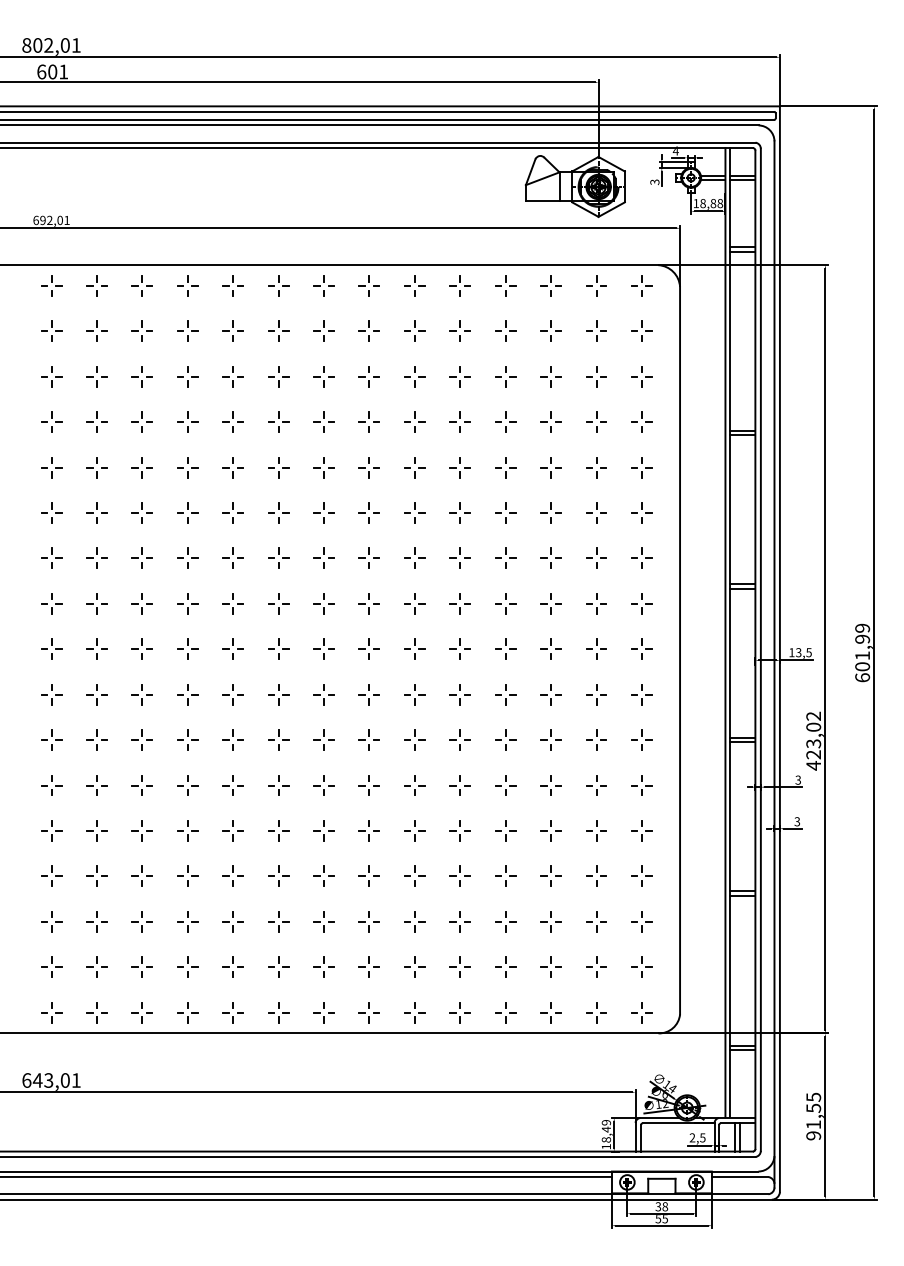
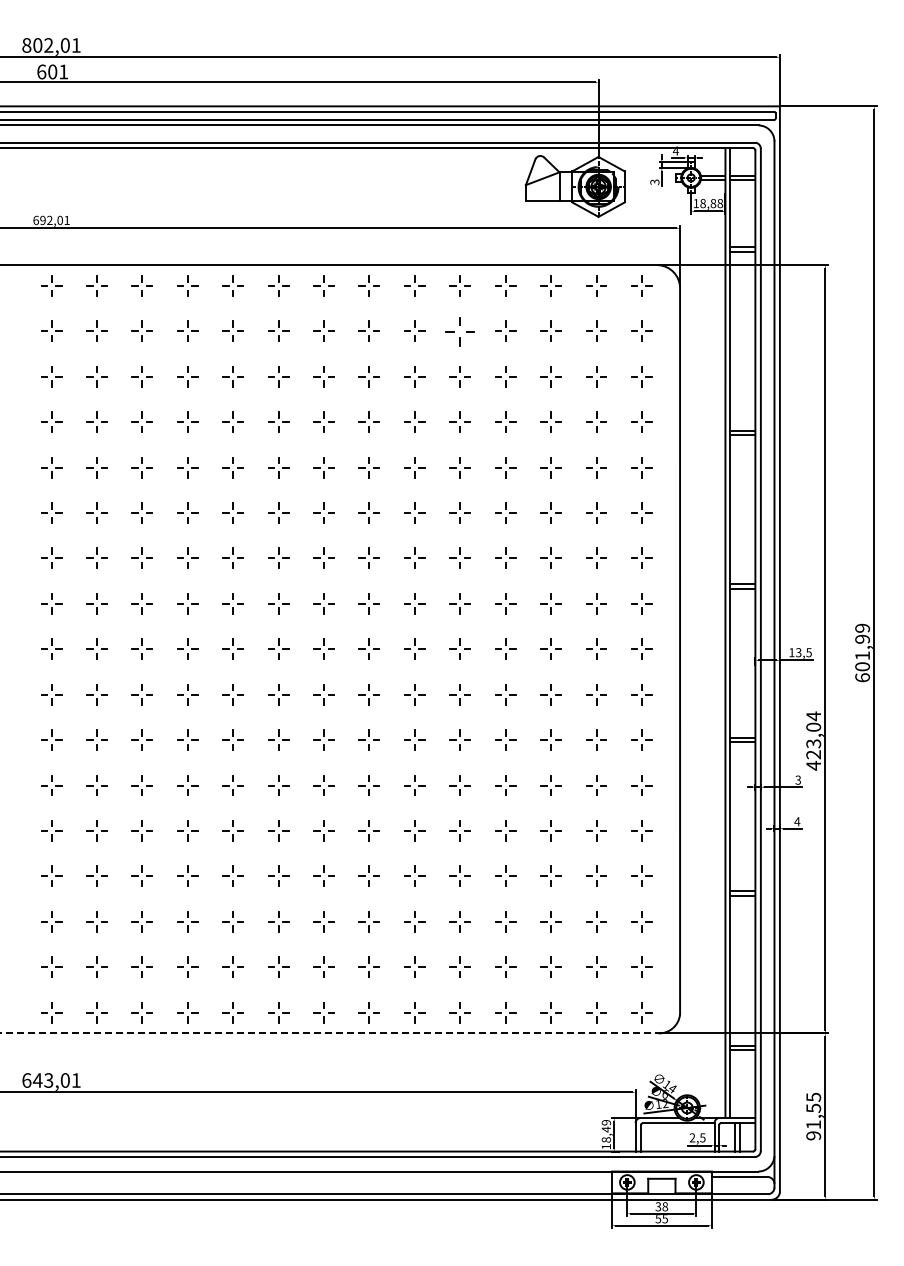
part at (459, 330) size: 22x22 px -> 30x30 px
text at (813, 716): 423,02 -> 423,04
text at (797, 821): 3 -> 4
line at (329, 1033): solid -> dashed
line at (306, 1176): present -> none
